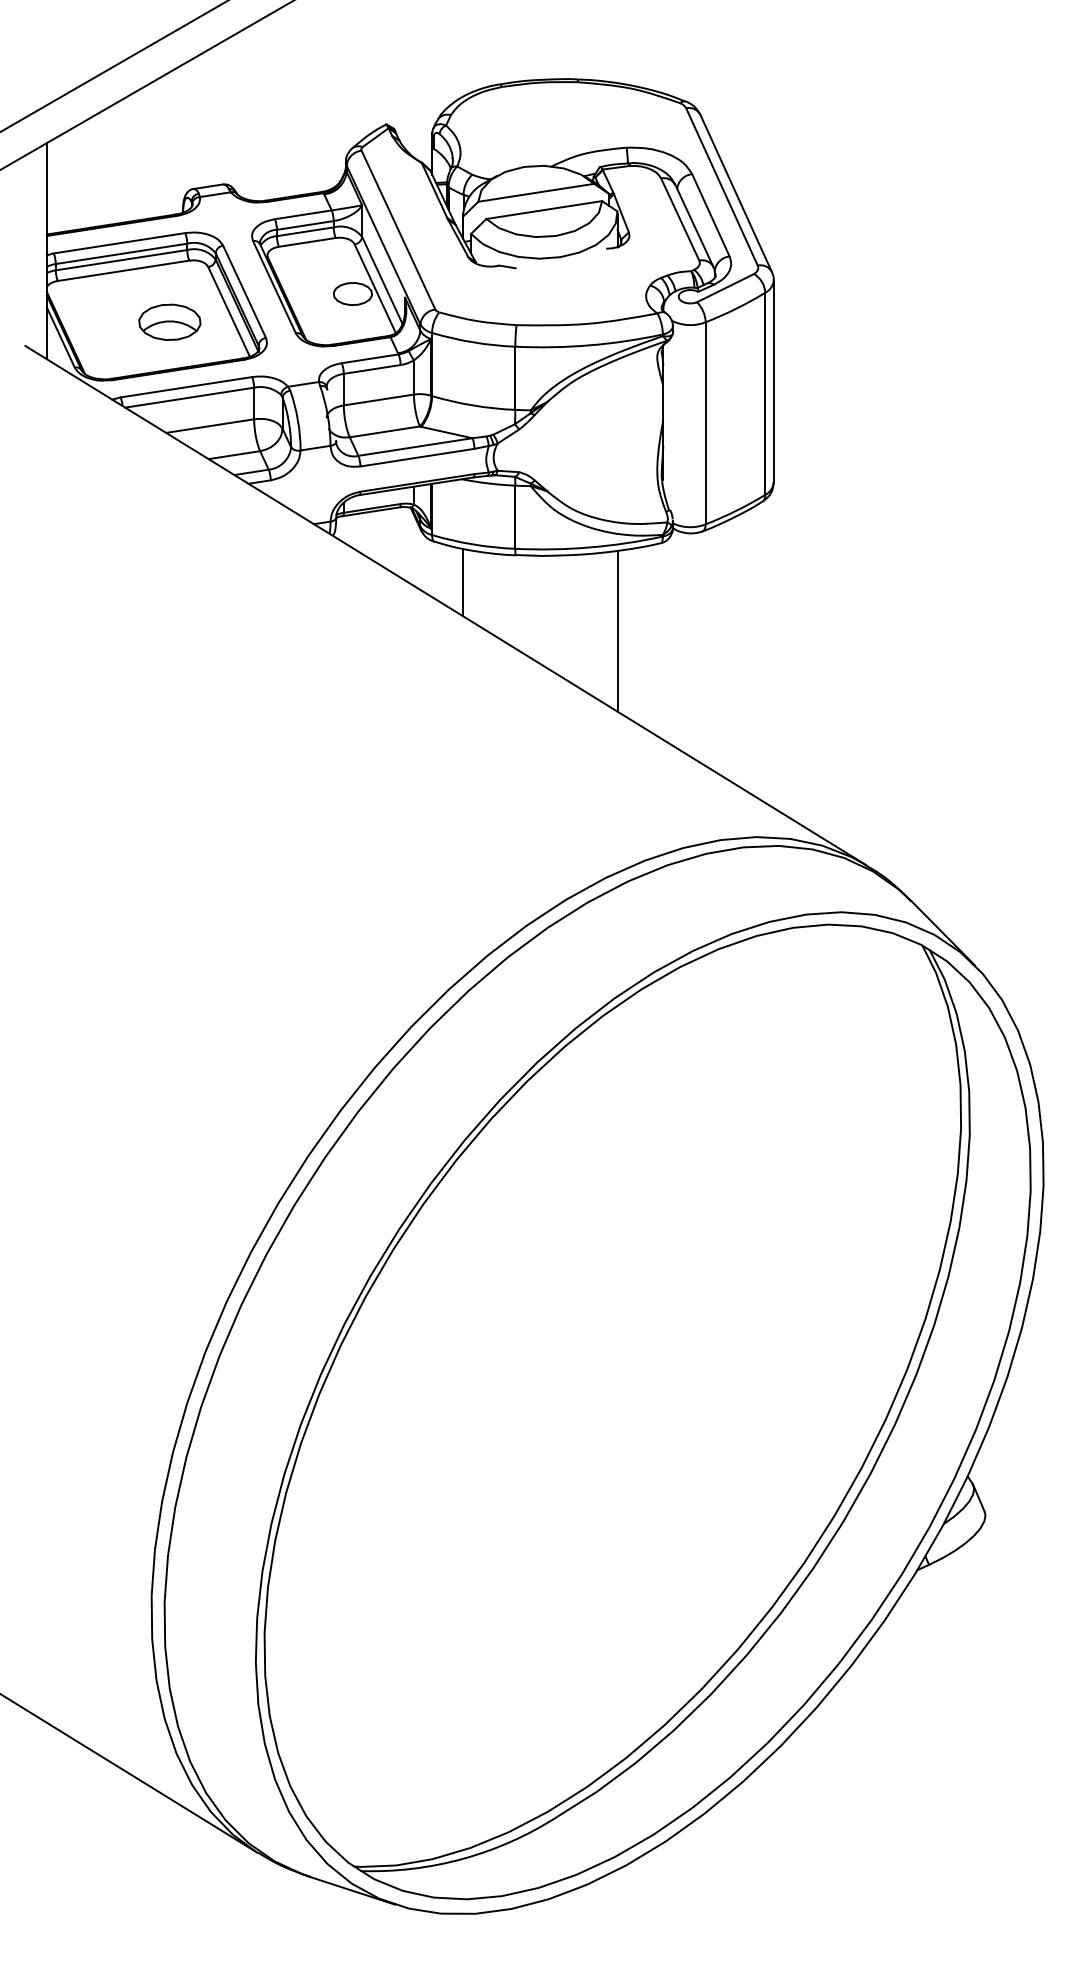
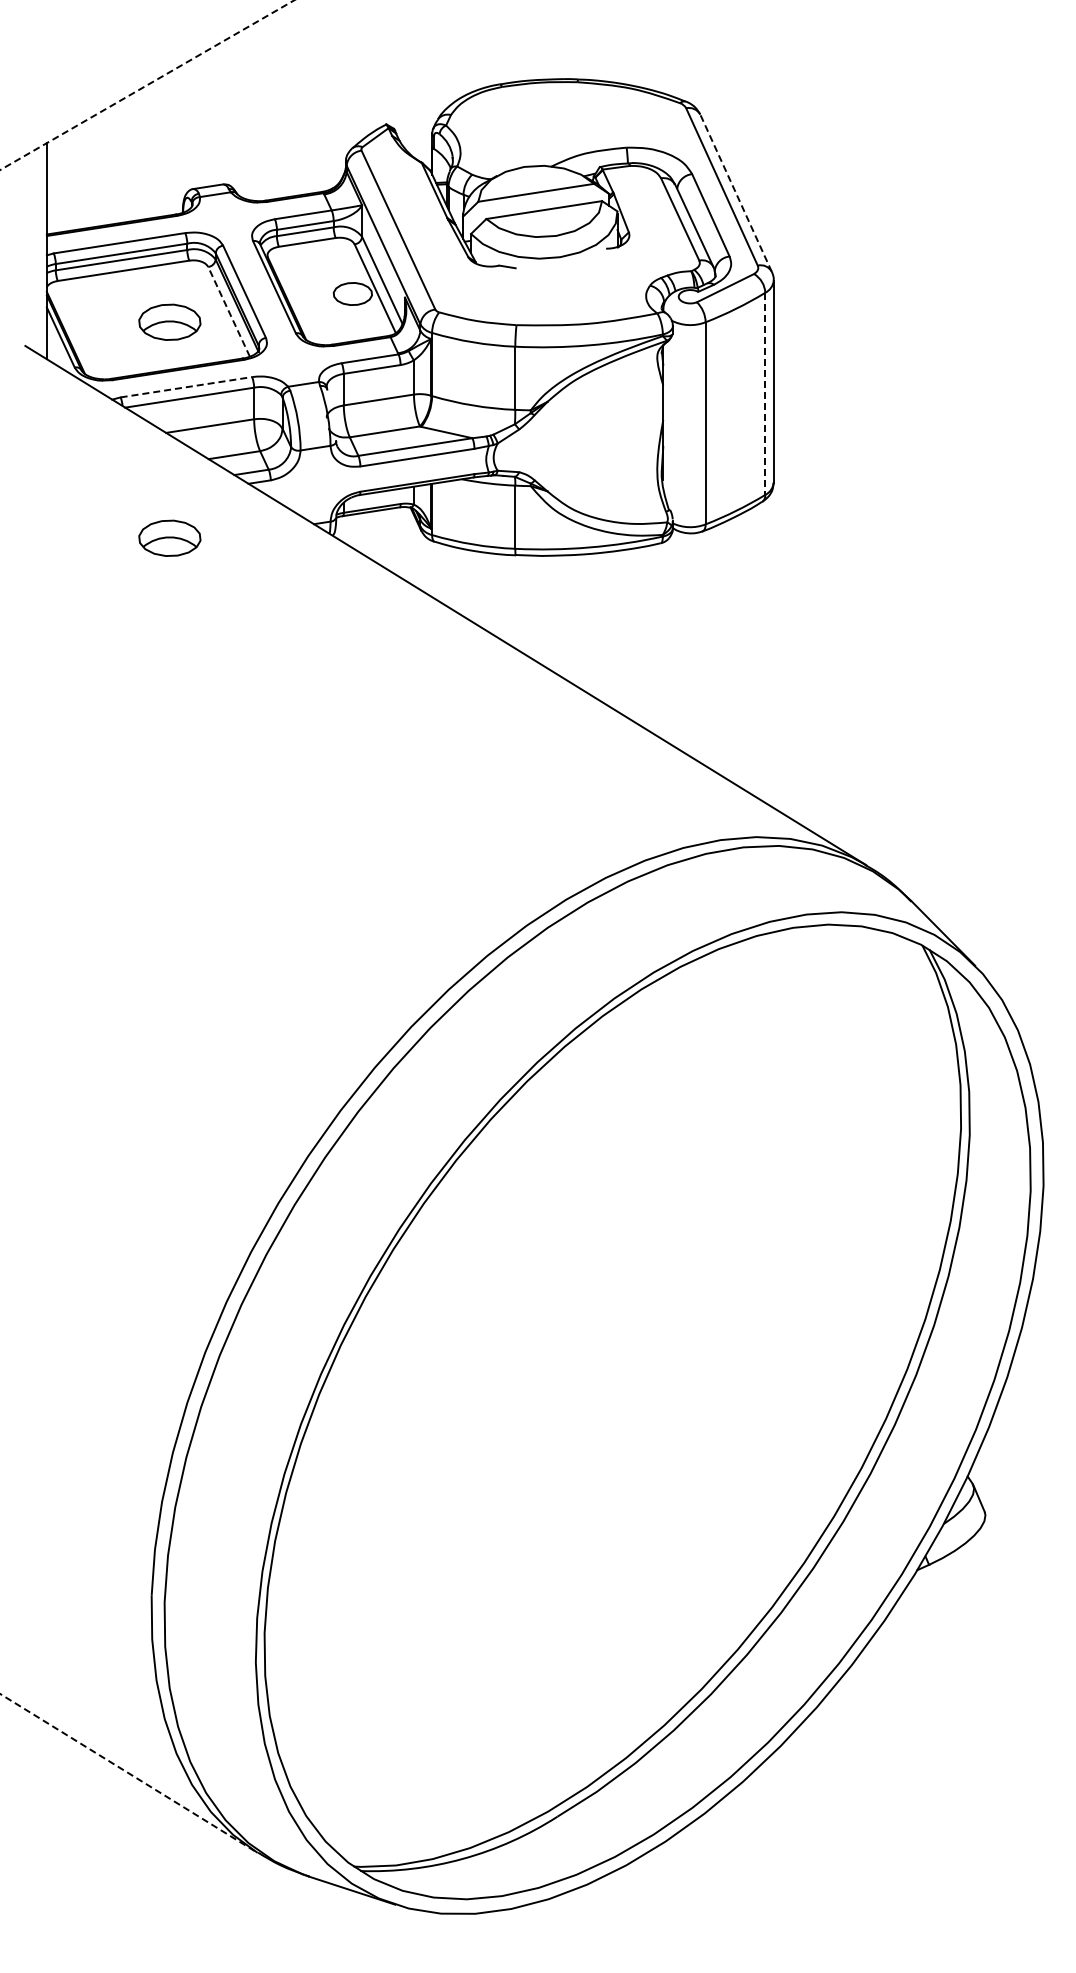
line at (113, 66): present -> none
line at (147, 85): solid -> dashed
line at (735, 192): solid -> dashed
line at (228, 311): solid -> dashed
line at (186, 387): solid -> dashed
line at (765, 394): solid -> dashed
part at (169, 537): none -> present
line at (462, 582): present -> none
line at (617, 630): present -> none
line at (128, 1773): solid -> dashed
